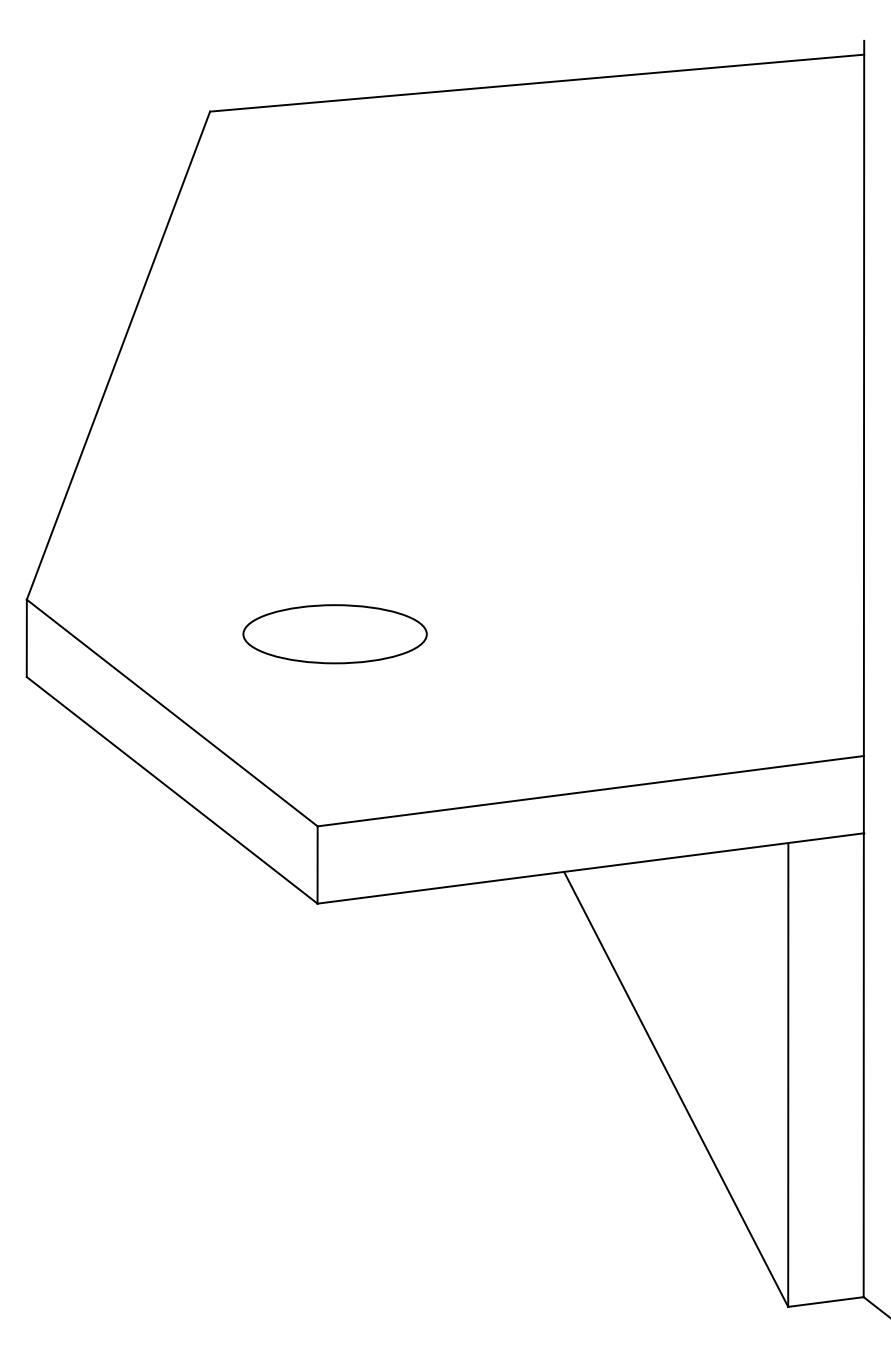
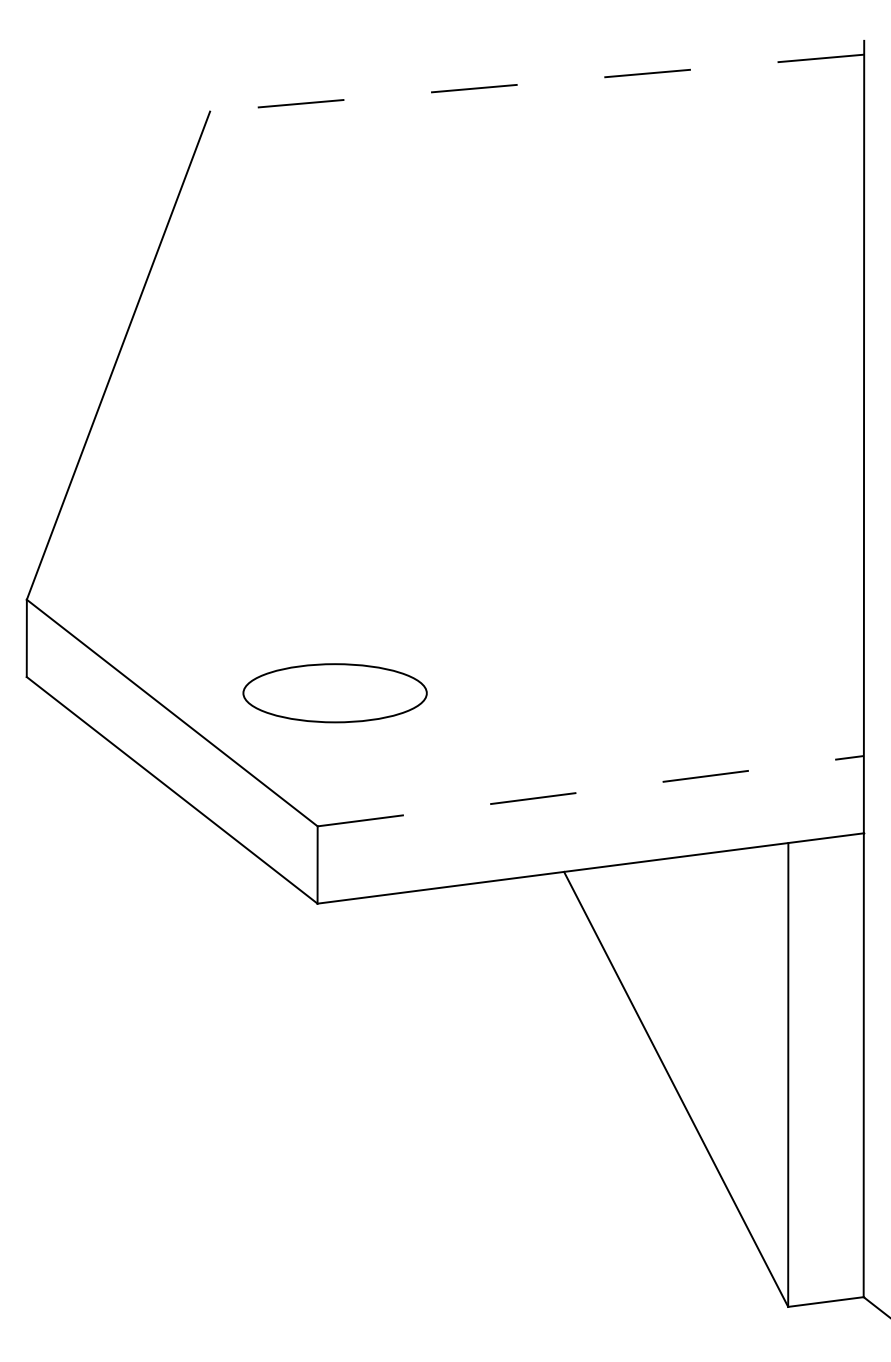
line at (536, 83): solid -> dashed
part at (334, 634) position: (334, 634) -> (334, 693)
line at (591, 791): solid -> dashed
